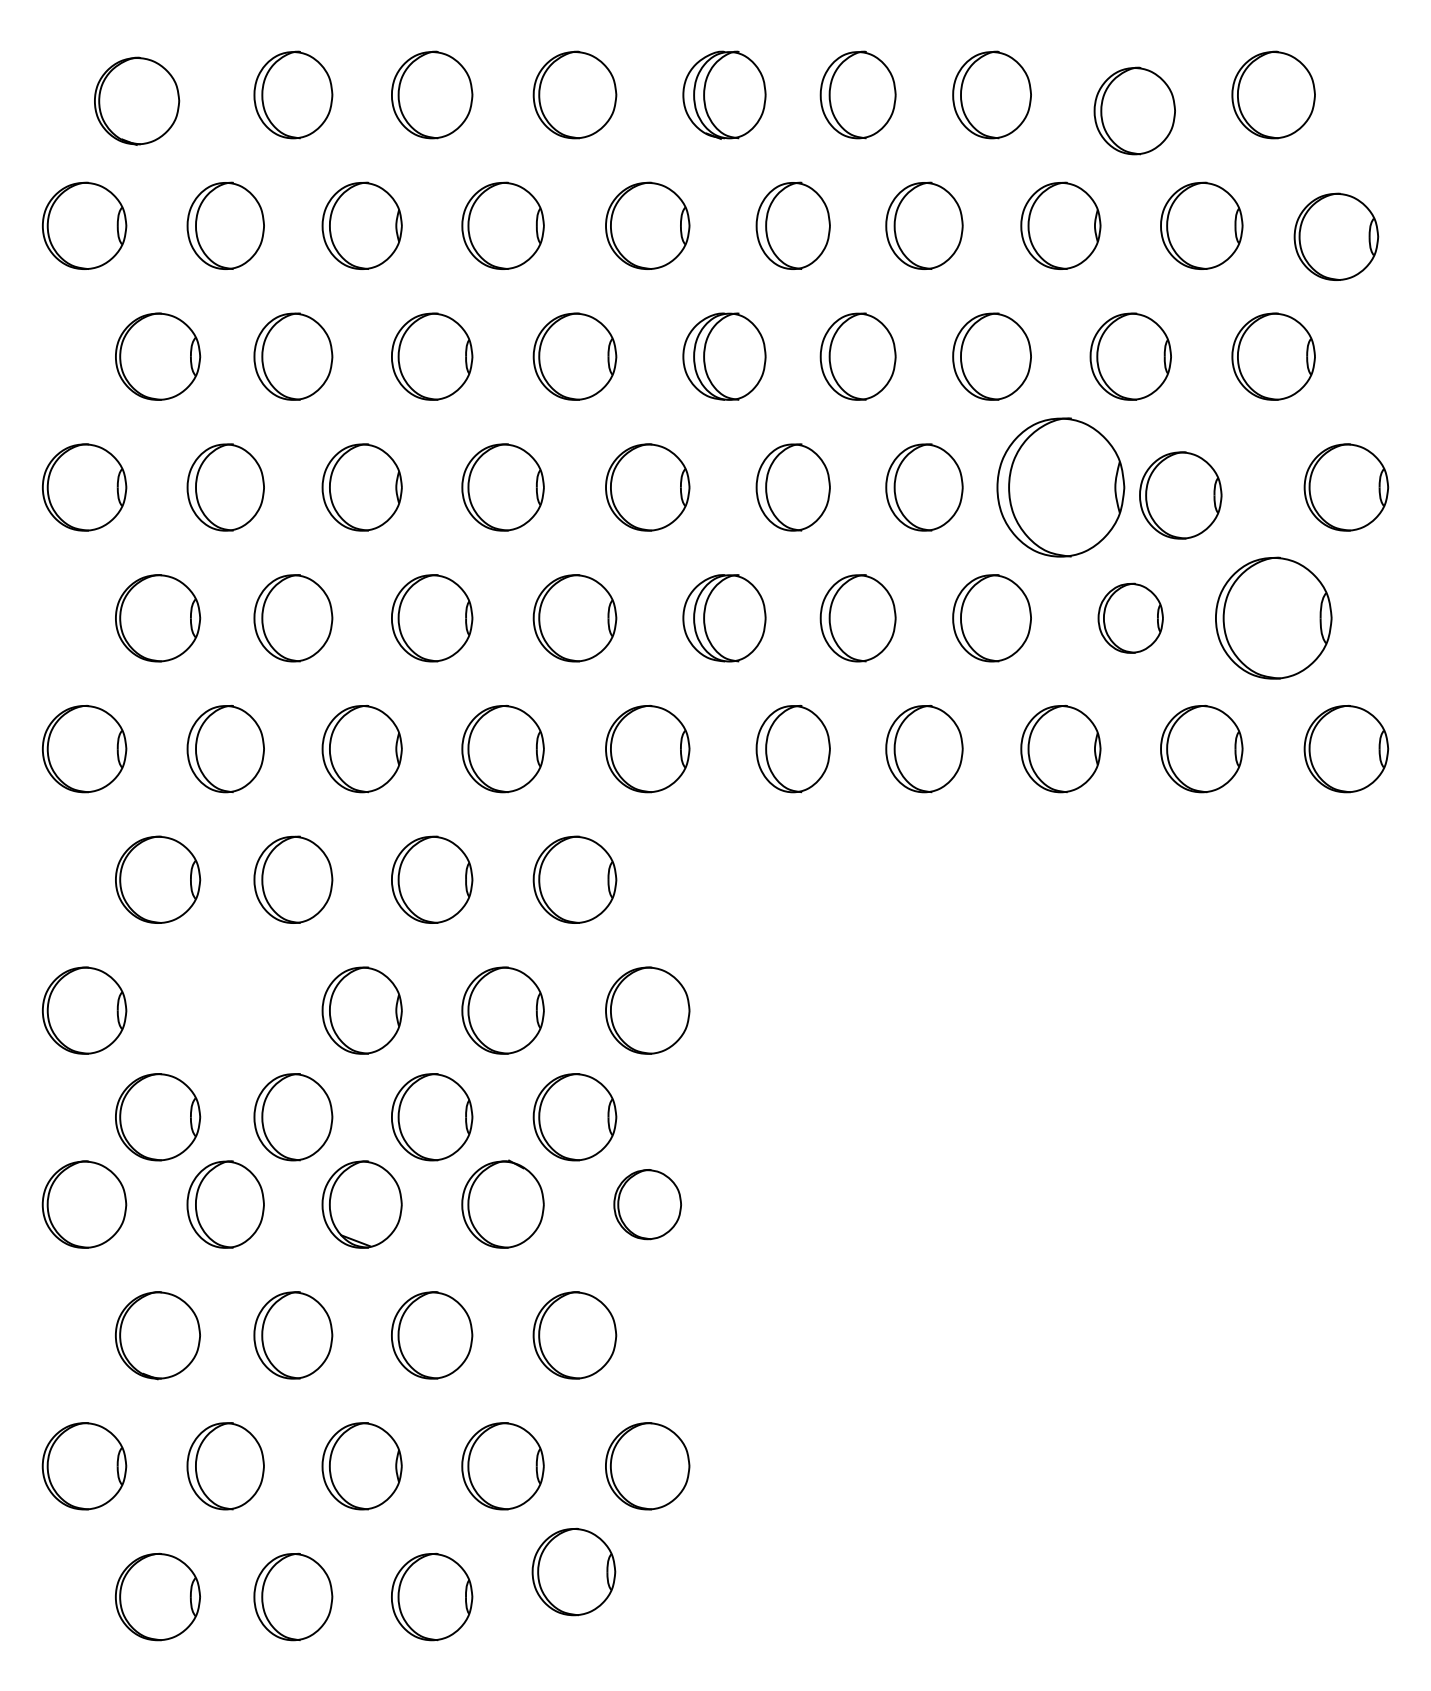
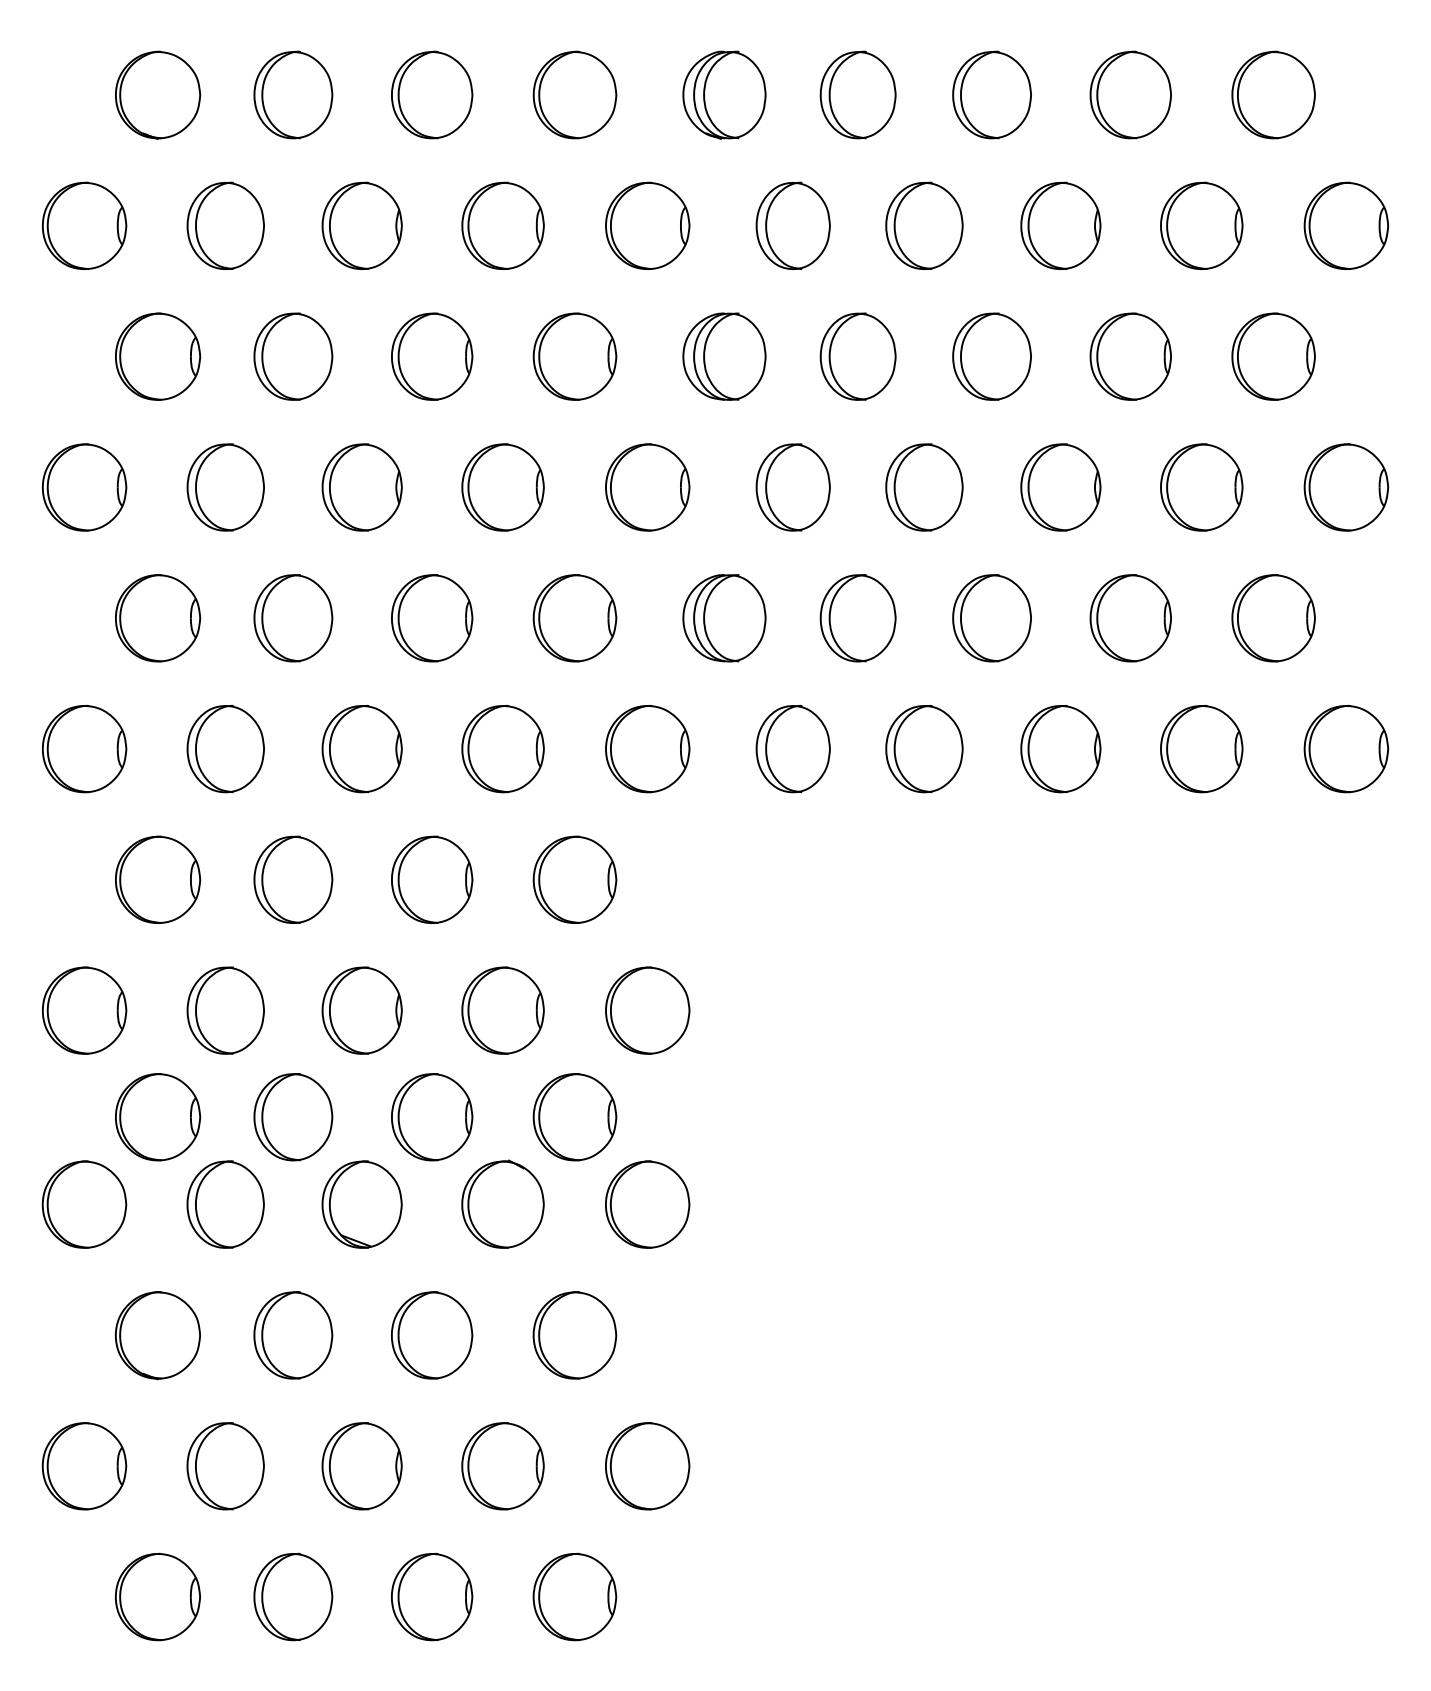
part at (137, 100) position: (137, 100) -> (158, 94)
part at (1134, 110) position: (1134, 110) -> (1130, 94)
part at (1336, 236) position: (1336, 236) -> (1346, 225)
part at (1060, 487) size: 130x141 px -> 82x89 px
part at (1180, 495) position: (1180, 495) -> (1201, 487)
part at (1130, 617) size: 67x72 px -> 83x89 px
part at (1273, 617) size: 118x124 px -> 85x89 px
part at (225, 1010): none -> present
part at (647, 1204) size: 69x72 px -> 86x89 px
part at (573, 1572) position: (573, 1572) -> (574, 1597)
